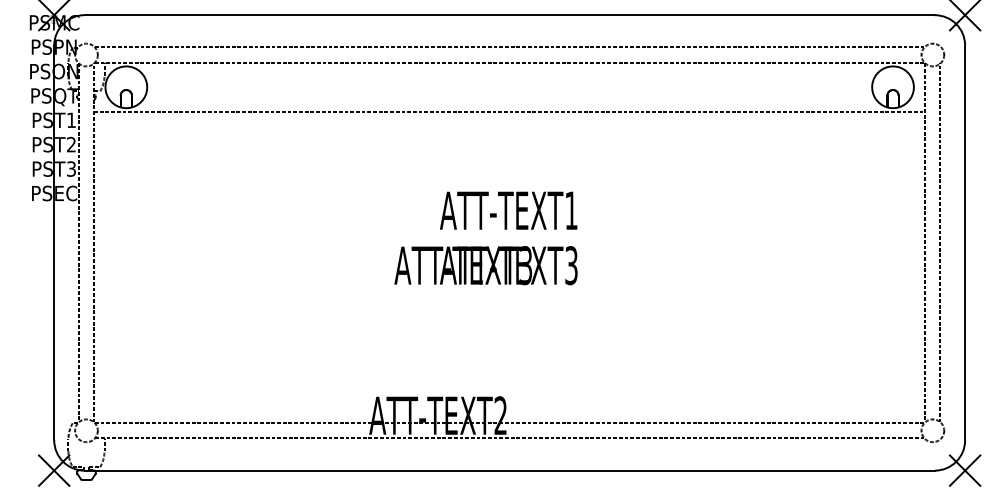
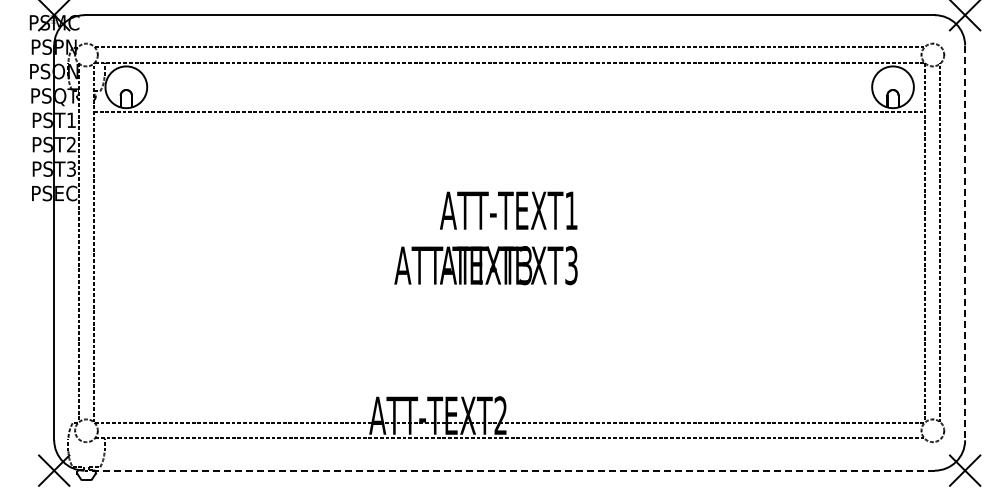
line at (965, 243): solid -> dashed
line at (509, 470): solid -> dashed
